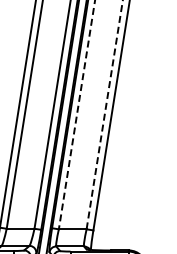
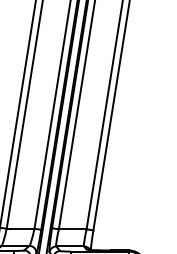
line at (76, 115): dashed -> solid
line at (104, 115): dashed -> solid
